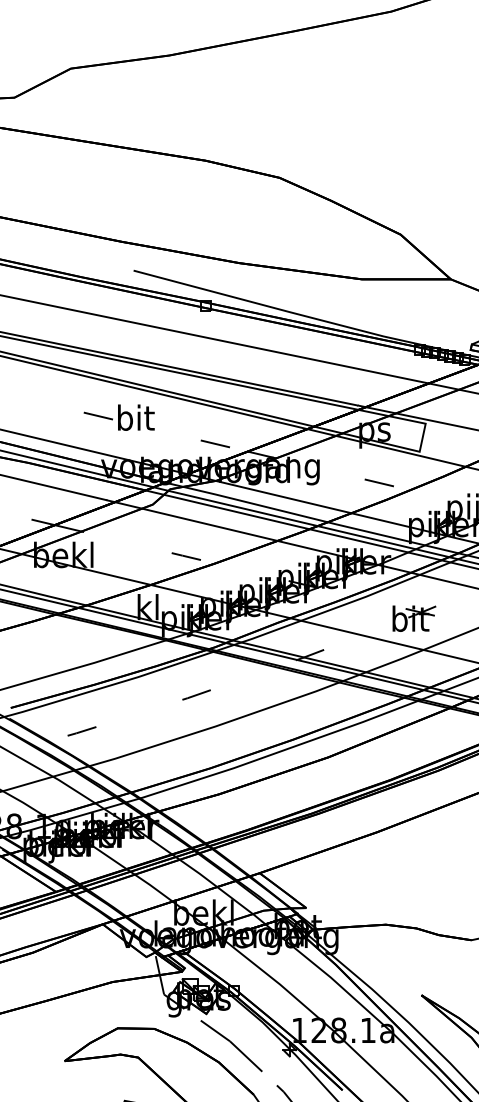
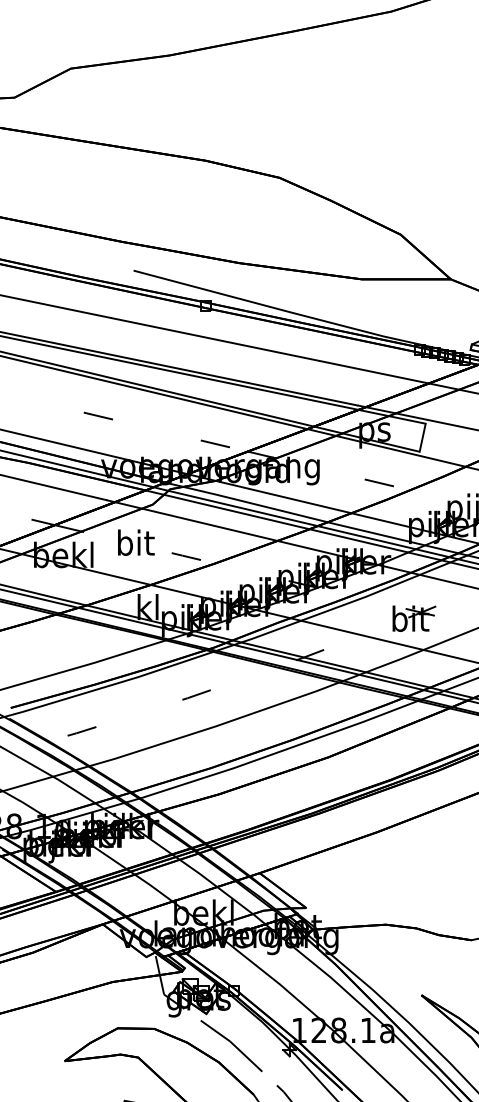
text at (136, 417) position: (136, 417) -> (136, 542)
